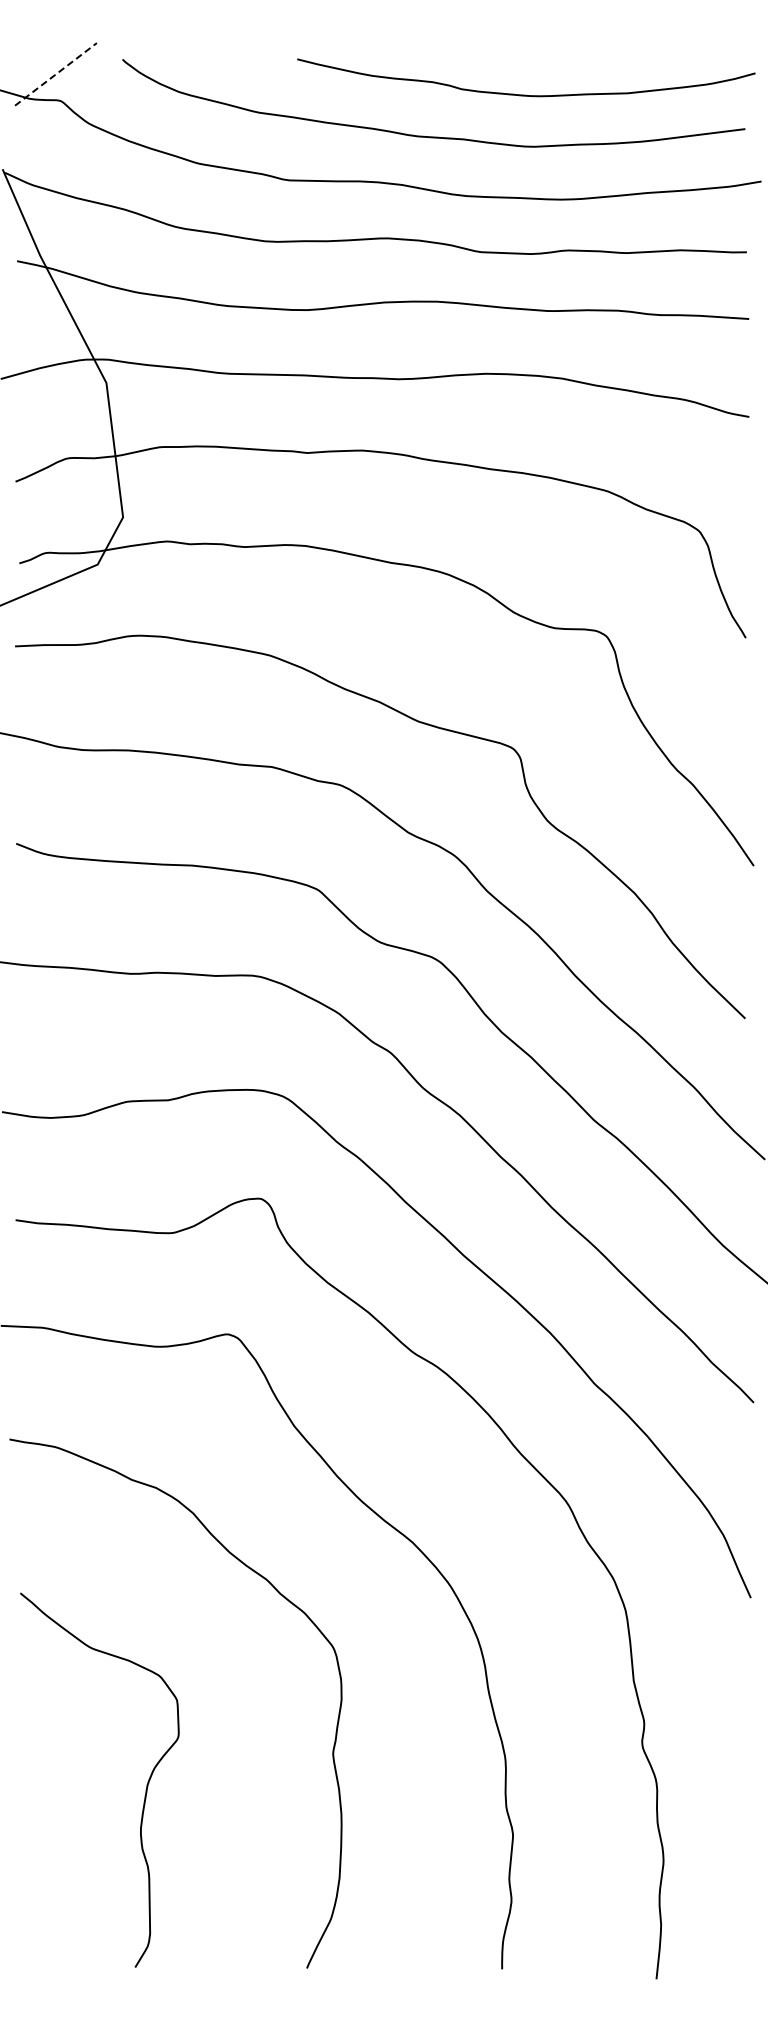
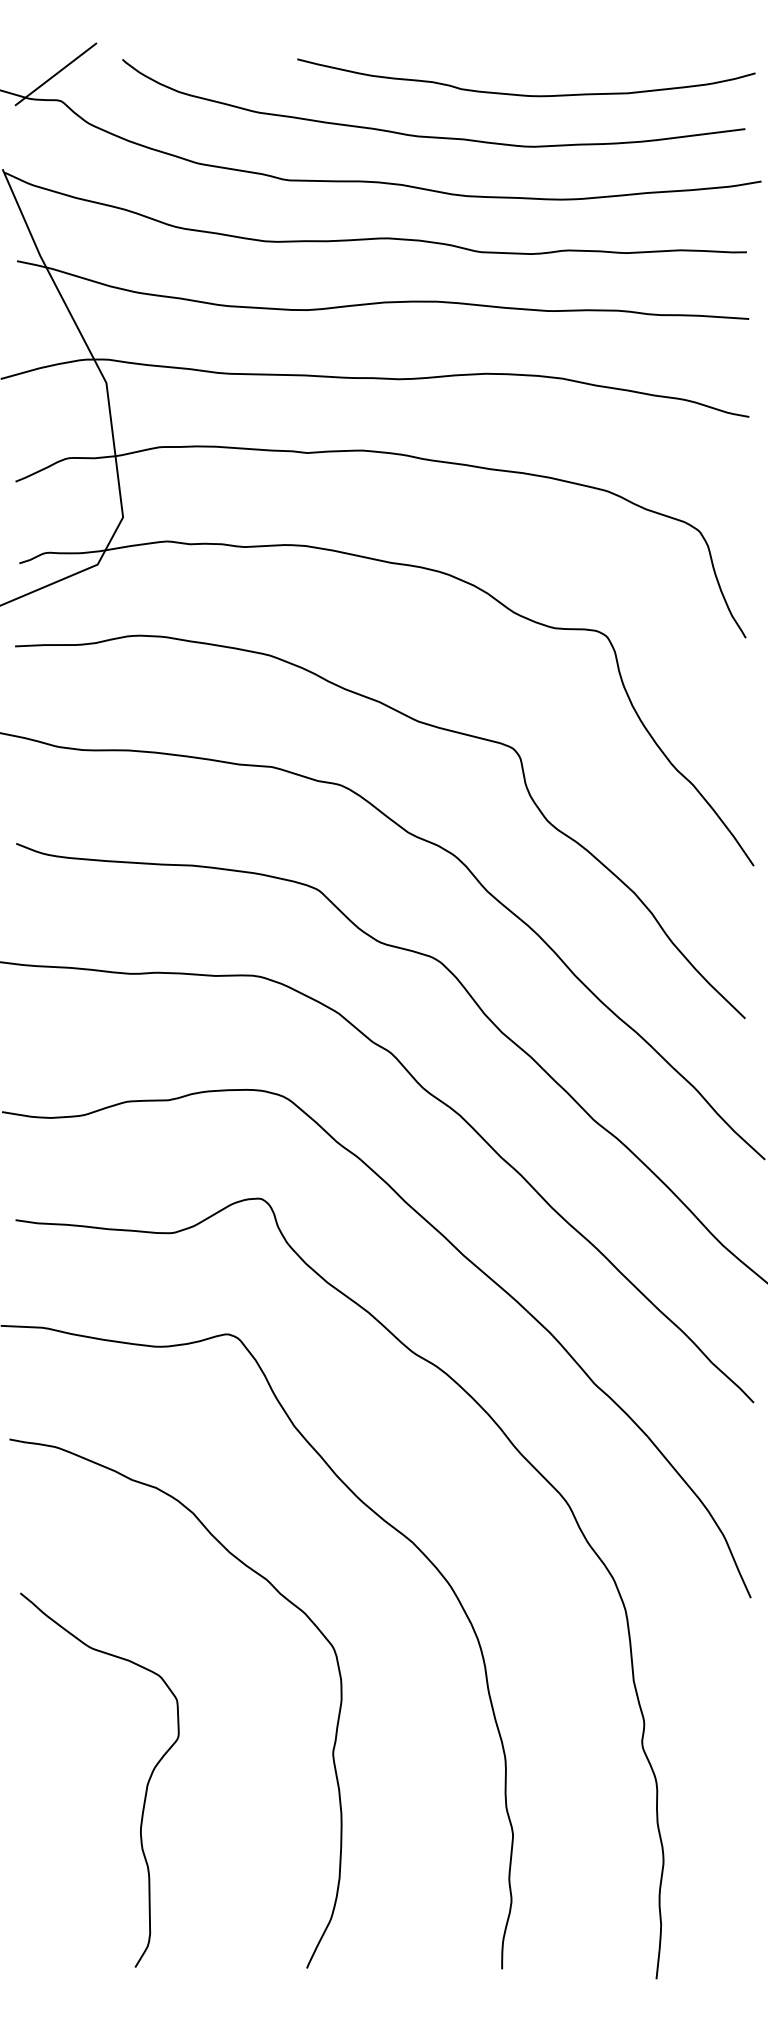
line at (55, 74): dashed -> solid
